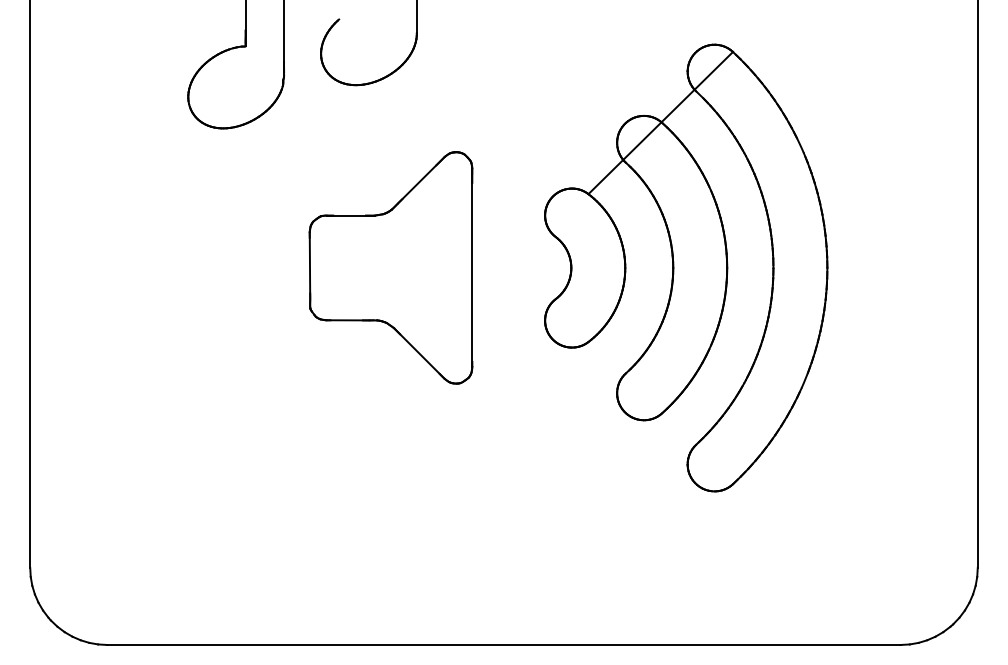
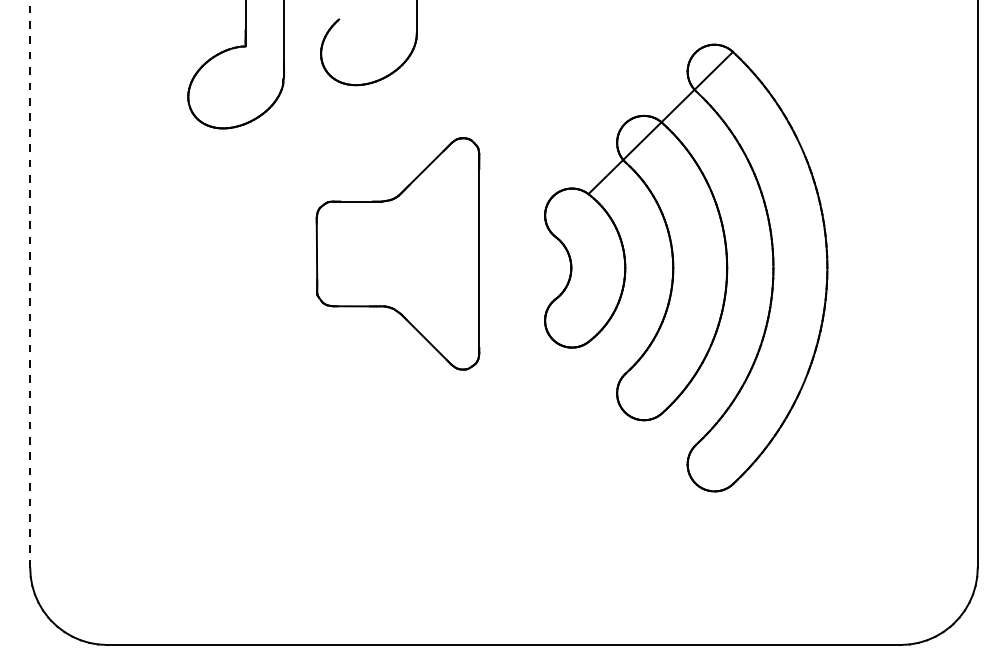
part at (390, 267) position: (390, 267) -> (397, 253)
line at (30, 284): solid -> dashed
